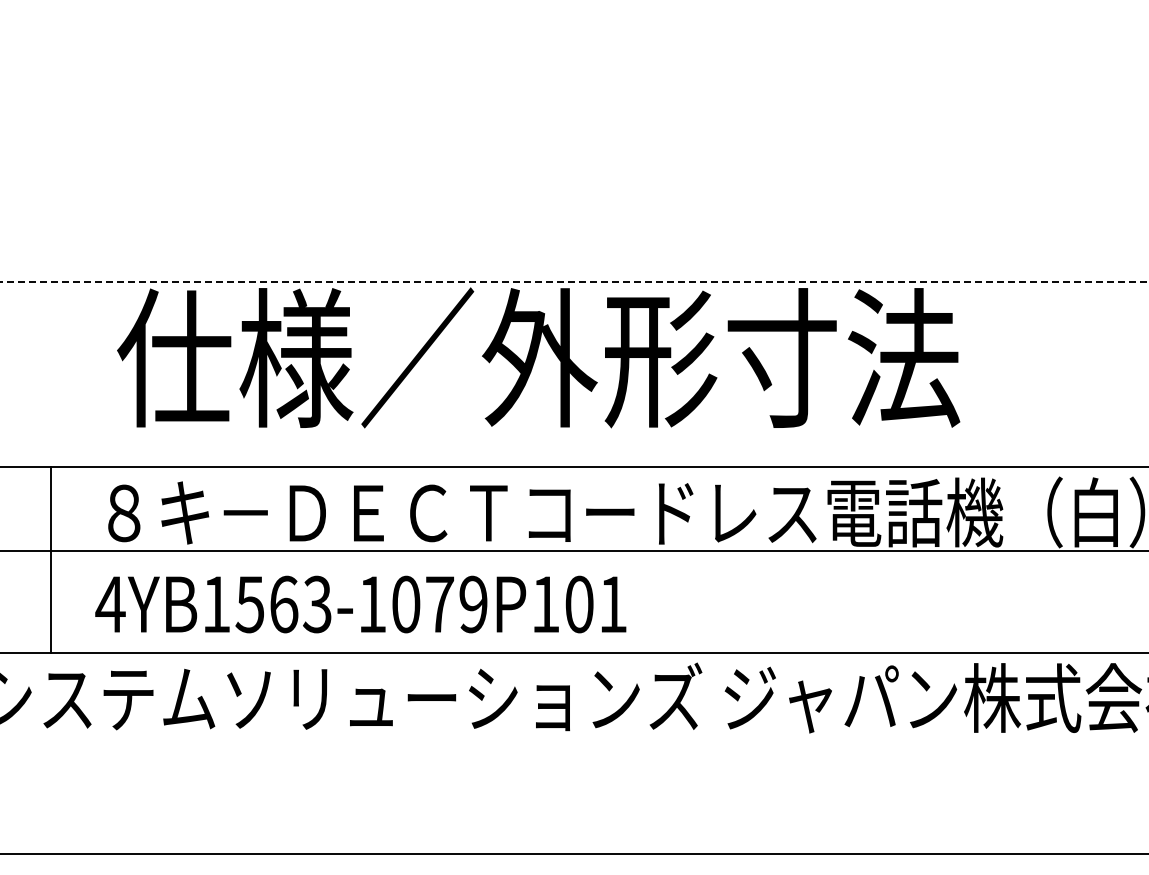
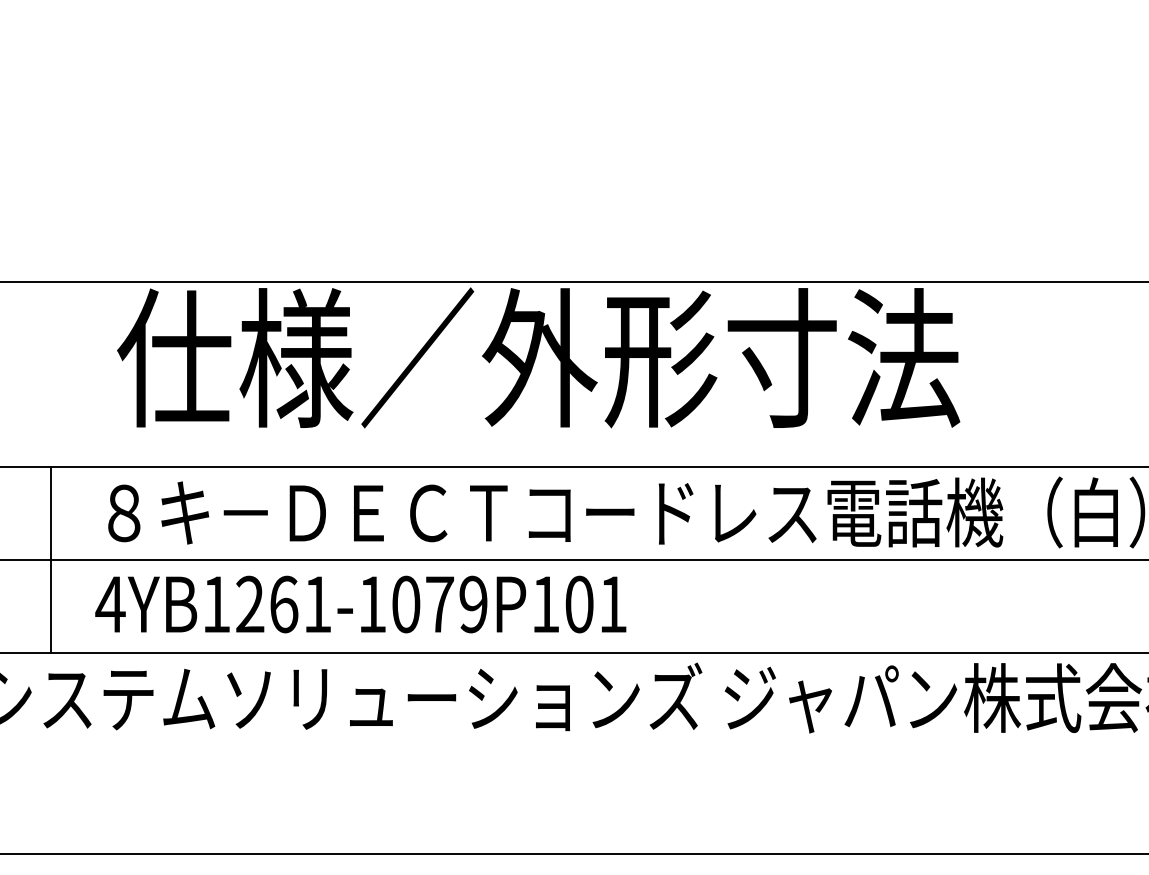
line at (574, 281): dashed -> solid
line at (573, 550) position: (573, 550) -> (573, 559)
text at (283, 604): 4YB1563-1079P101 -> 4YB1261-1079P101
